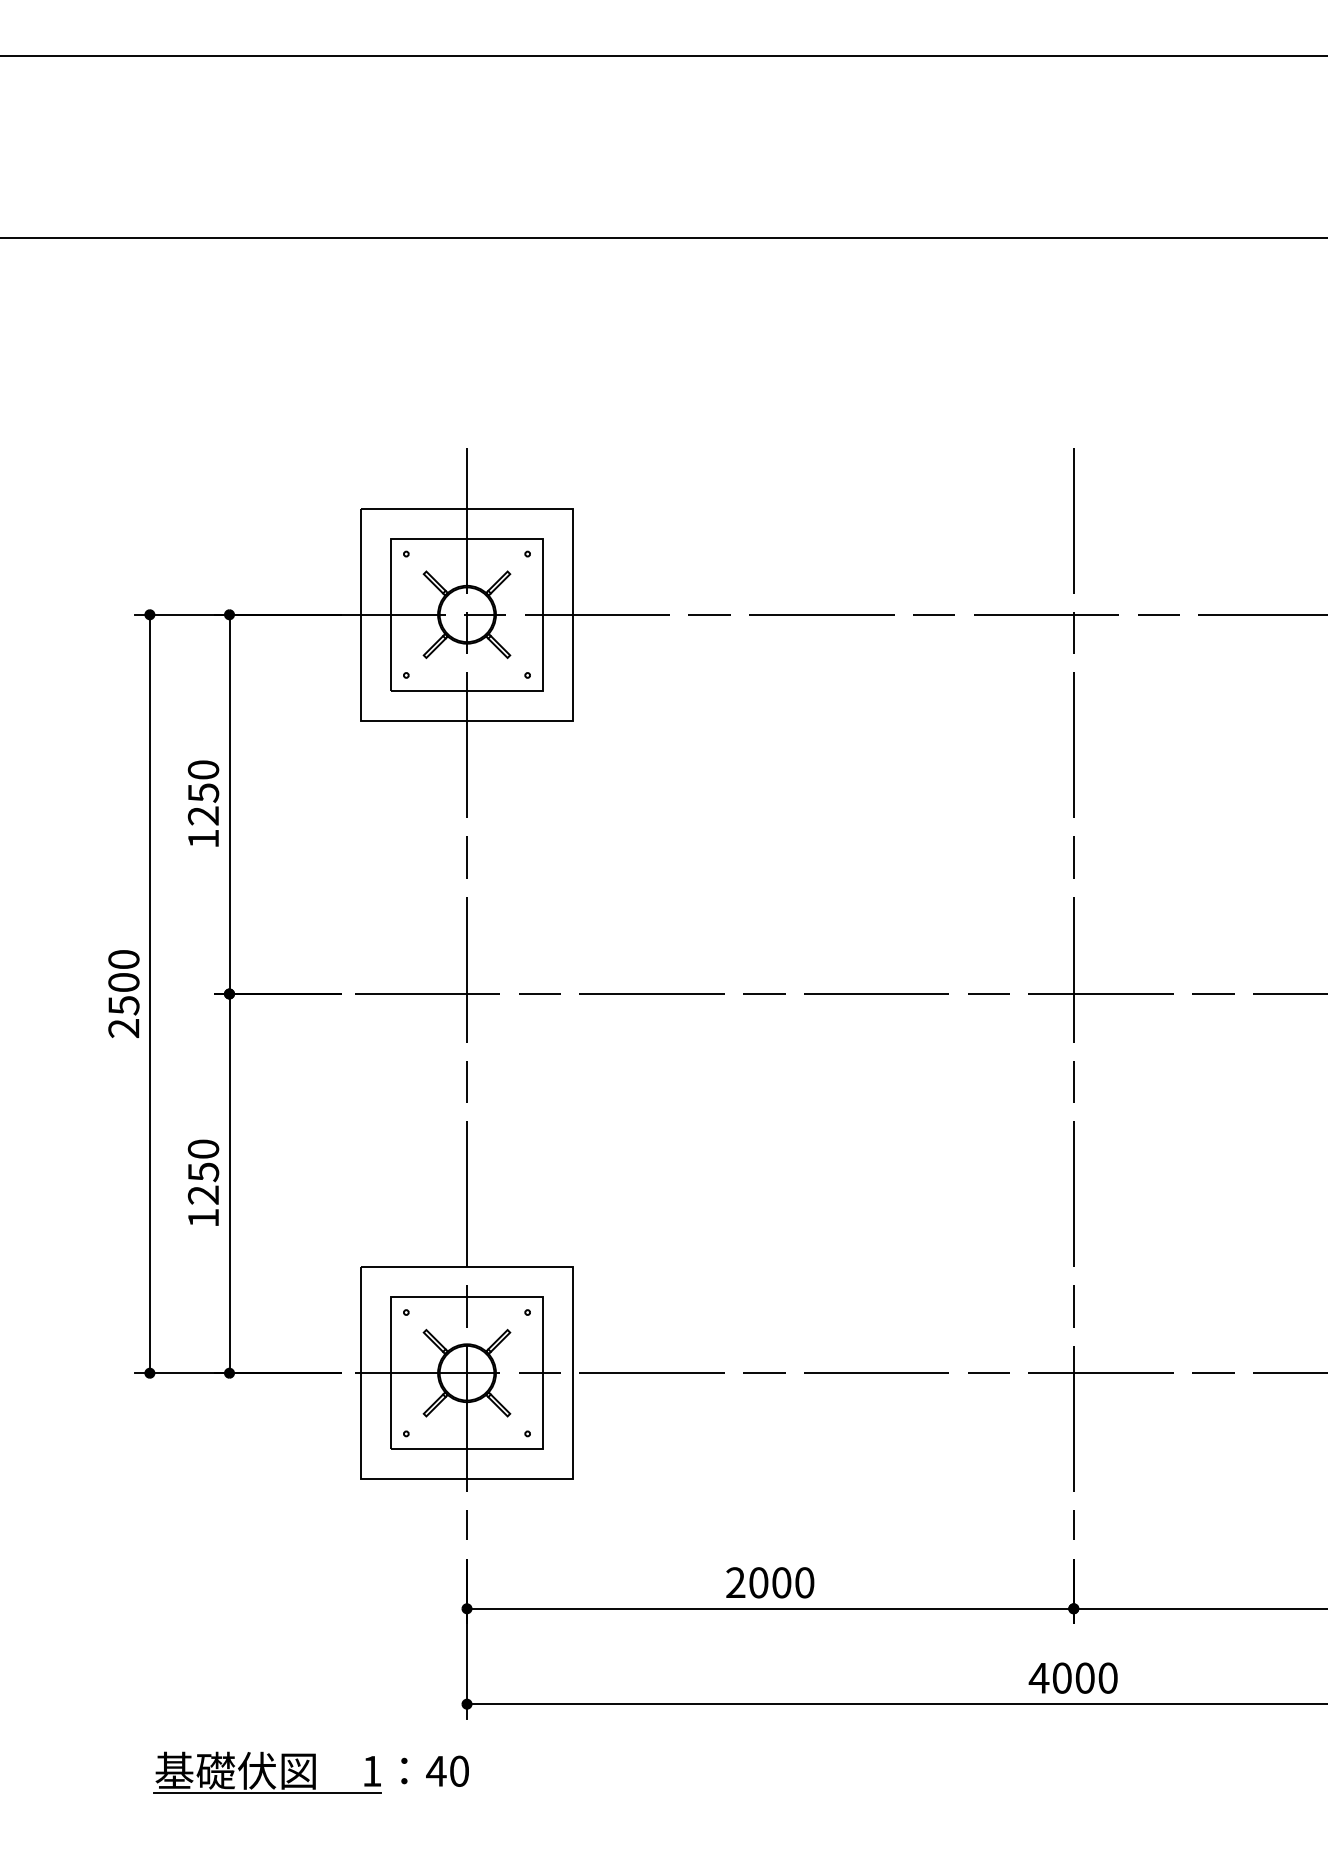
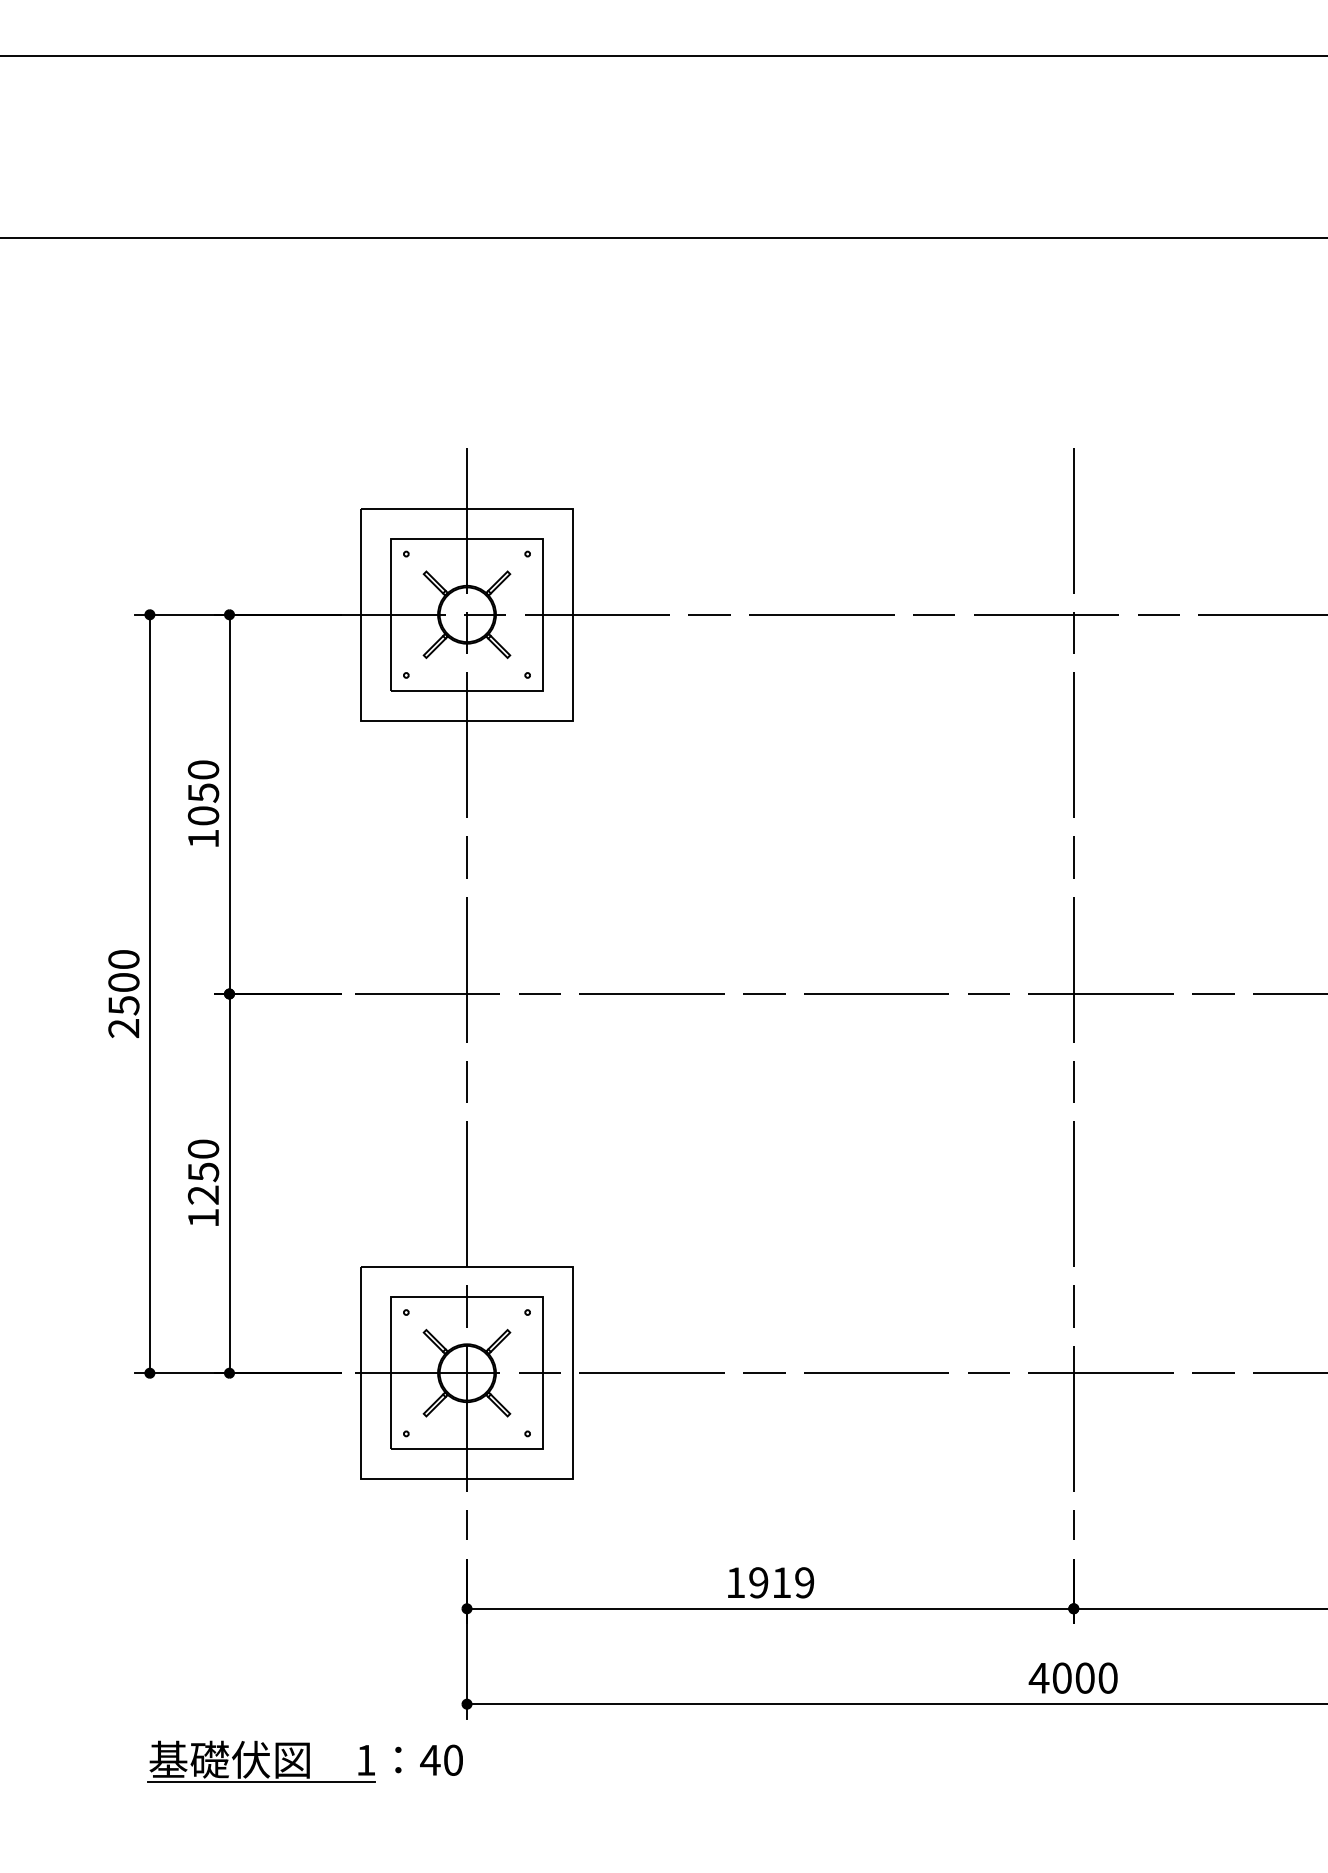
text at (203, 815): 1250 -> 1050
text at (770, 1582): 2000 -> 1919
part at (310, 1772) position: (310, 1772) -> (304, 1761)
